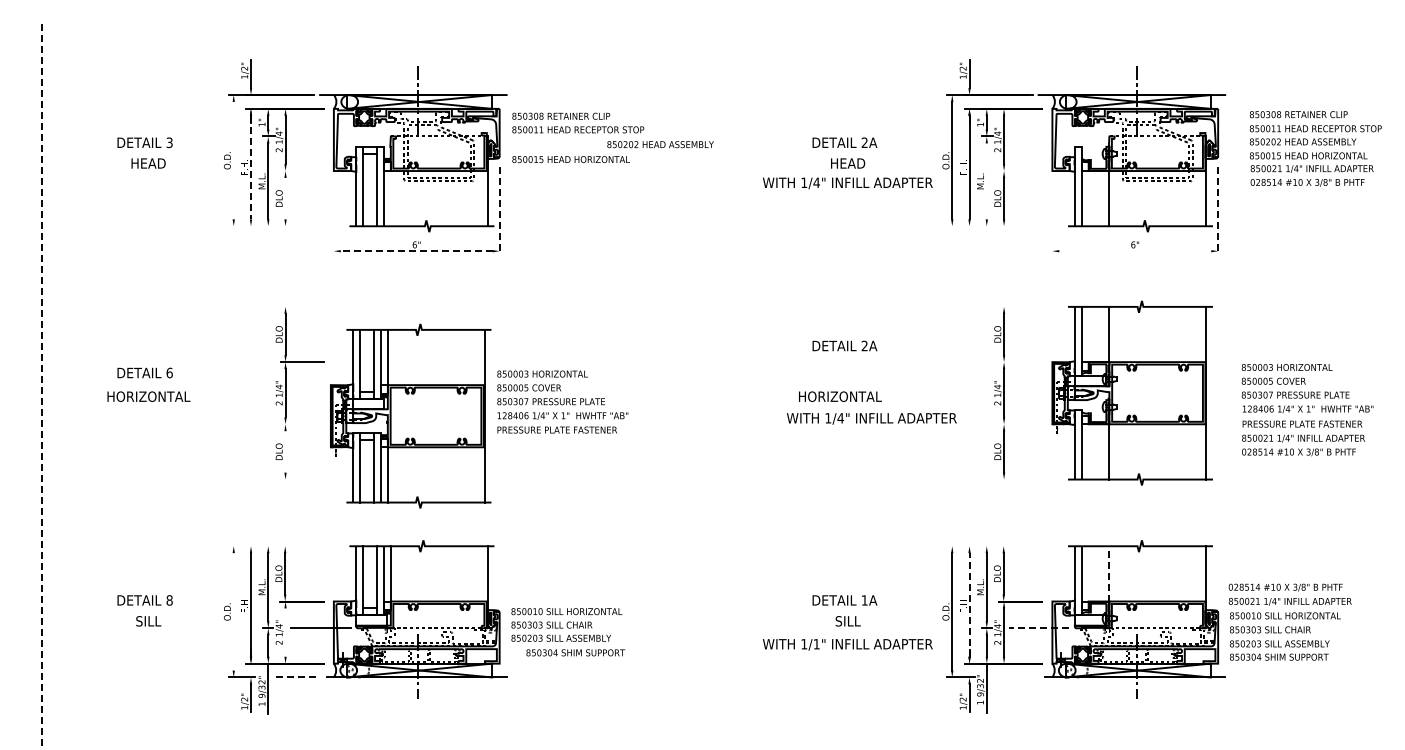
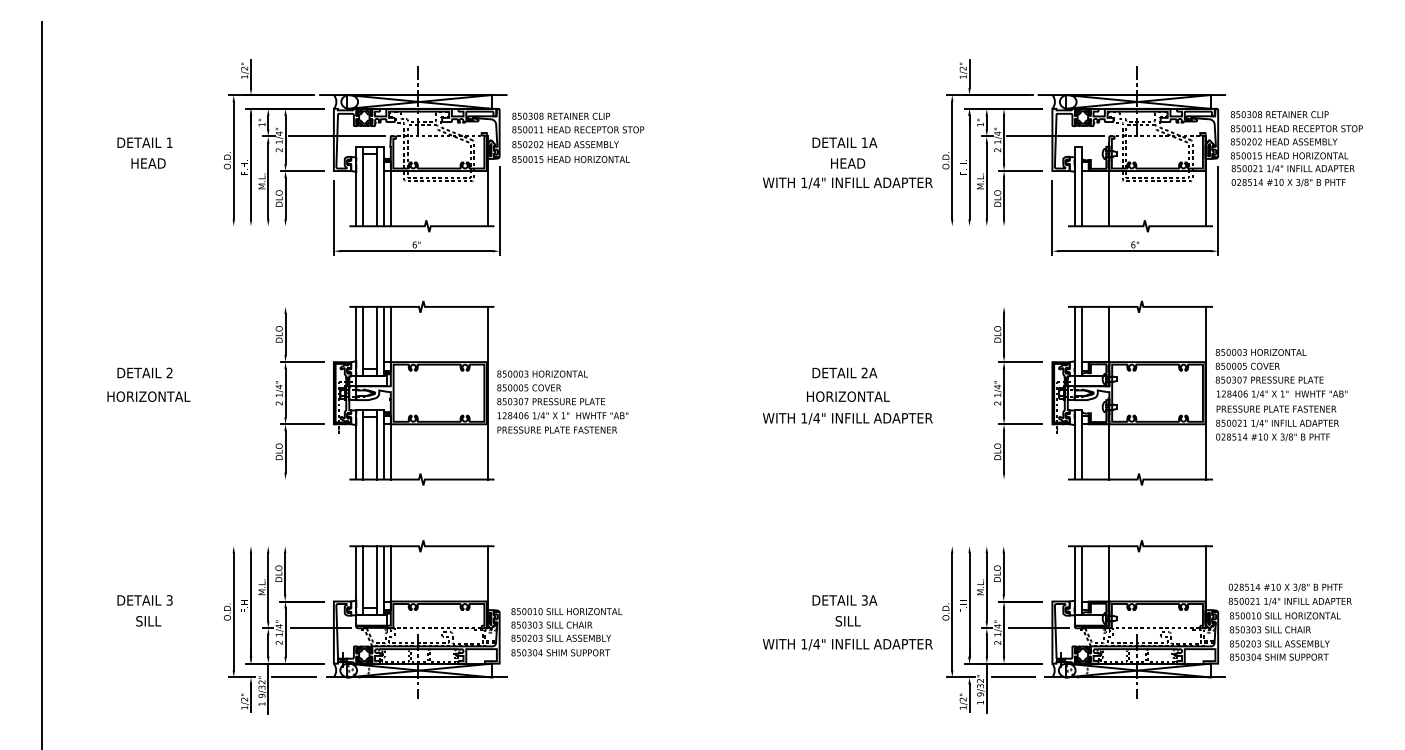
line at (336, 136): none -> present
line at (1055, 136): none -> present
text at (169, 142): 3 -> 1
text at (864, 142): 2A -> 1A
text at (660, 144) position: (660, 144) -> (565, 144)
text at (1315, 148) position: (1315, 148) -> (1296, 148)
line at (233, 160): none -> present
line at (251, 167): dashed -> solid
line at (301, 171): none -> present
line at (1020, 171): none -> present
line at (986, 181): none -> present
line at (285, 198): none -> present
line at (390, 198): none -> present
line at (499, 211): dashed -> solid
line at (1218, 211): dashed -> solid
line at (333, 218): none -> present
line at (1052, 218): none -> present
line at (416, 251): dashed -> solid
line at (1135, 251): none -> present
text at (844, 345) position: (844, 345) -> (844, 372)
line at (1020, 362): none -> present
text at (169, 372): 6 -> 2
line at (42, 386): dashed -> solid
text at (840, 396) position: (840, 396) -> (848, 396)
text at (1307, 410) position: (1307, 410) -> (1281, 395)
part at (410, 415) position: (410, 415) -> (413, 392)
text at (871, 418) position: (871, 418) -> (847, 418)
line at (301, 424): none -> present
line at (1020, 424): none -> present
line at (285, 451): none -> present
line at (1109, 573): dashed -> solid
text at (169, 600): 8 -> 3
text at (864, 600): 1A -> 3A
line at (969, 604): dashed -> solid
line at (233, 611): none -> present
line at (1038, 628): dashed -> solid
line at (285, 632): none -> present
text at (816, 644): 1/1" -> 1/4"
text at (575, 652) position: (575, 652) -> (560, 652)
line at (293, 677): dashed -> solid
line at (1013, 677): none -> present
